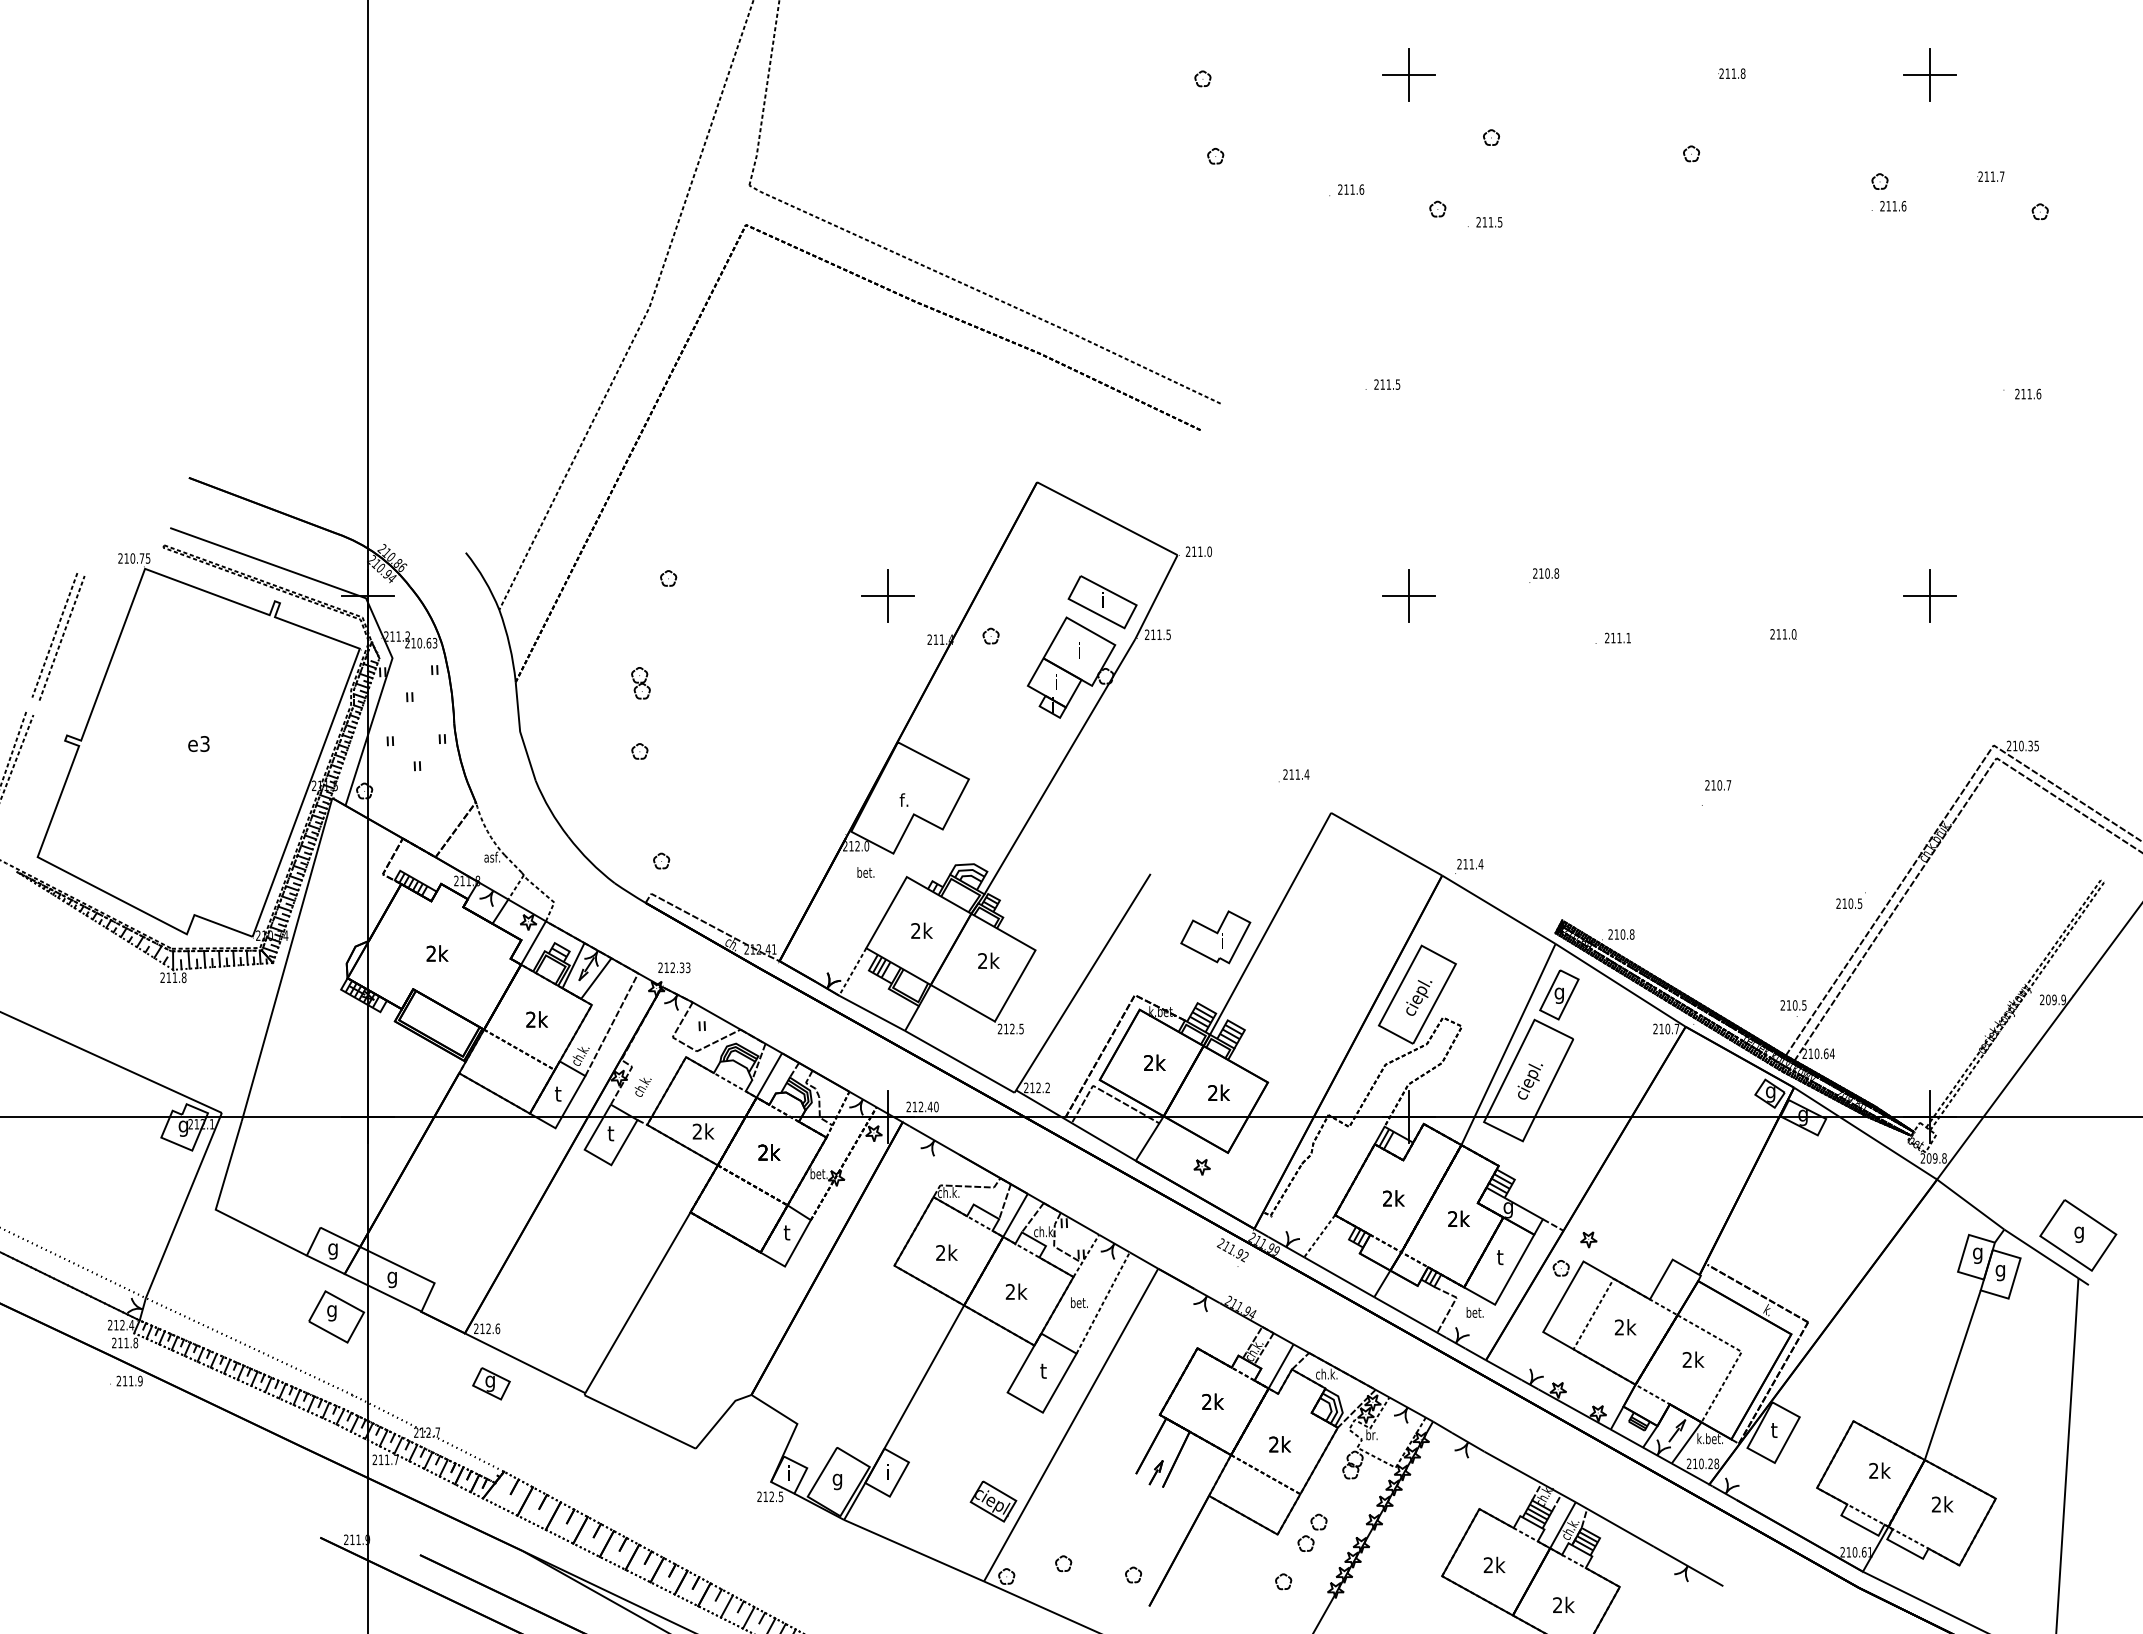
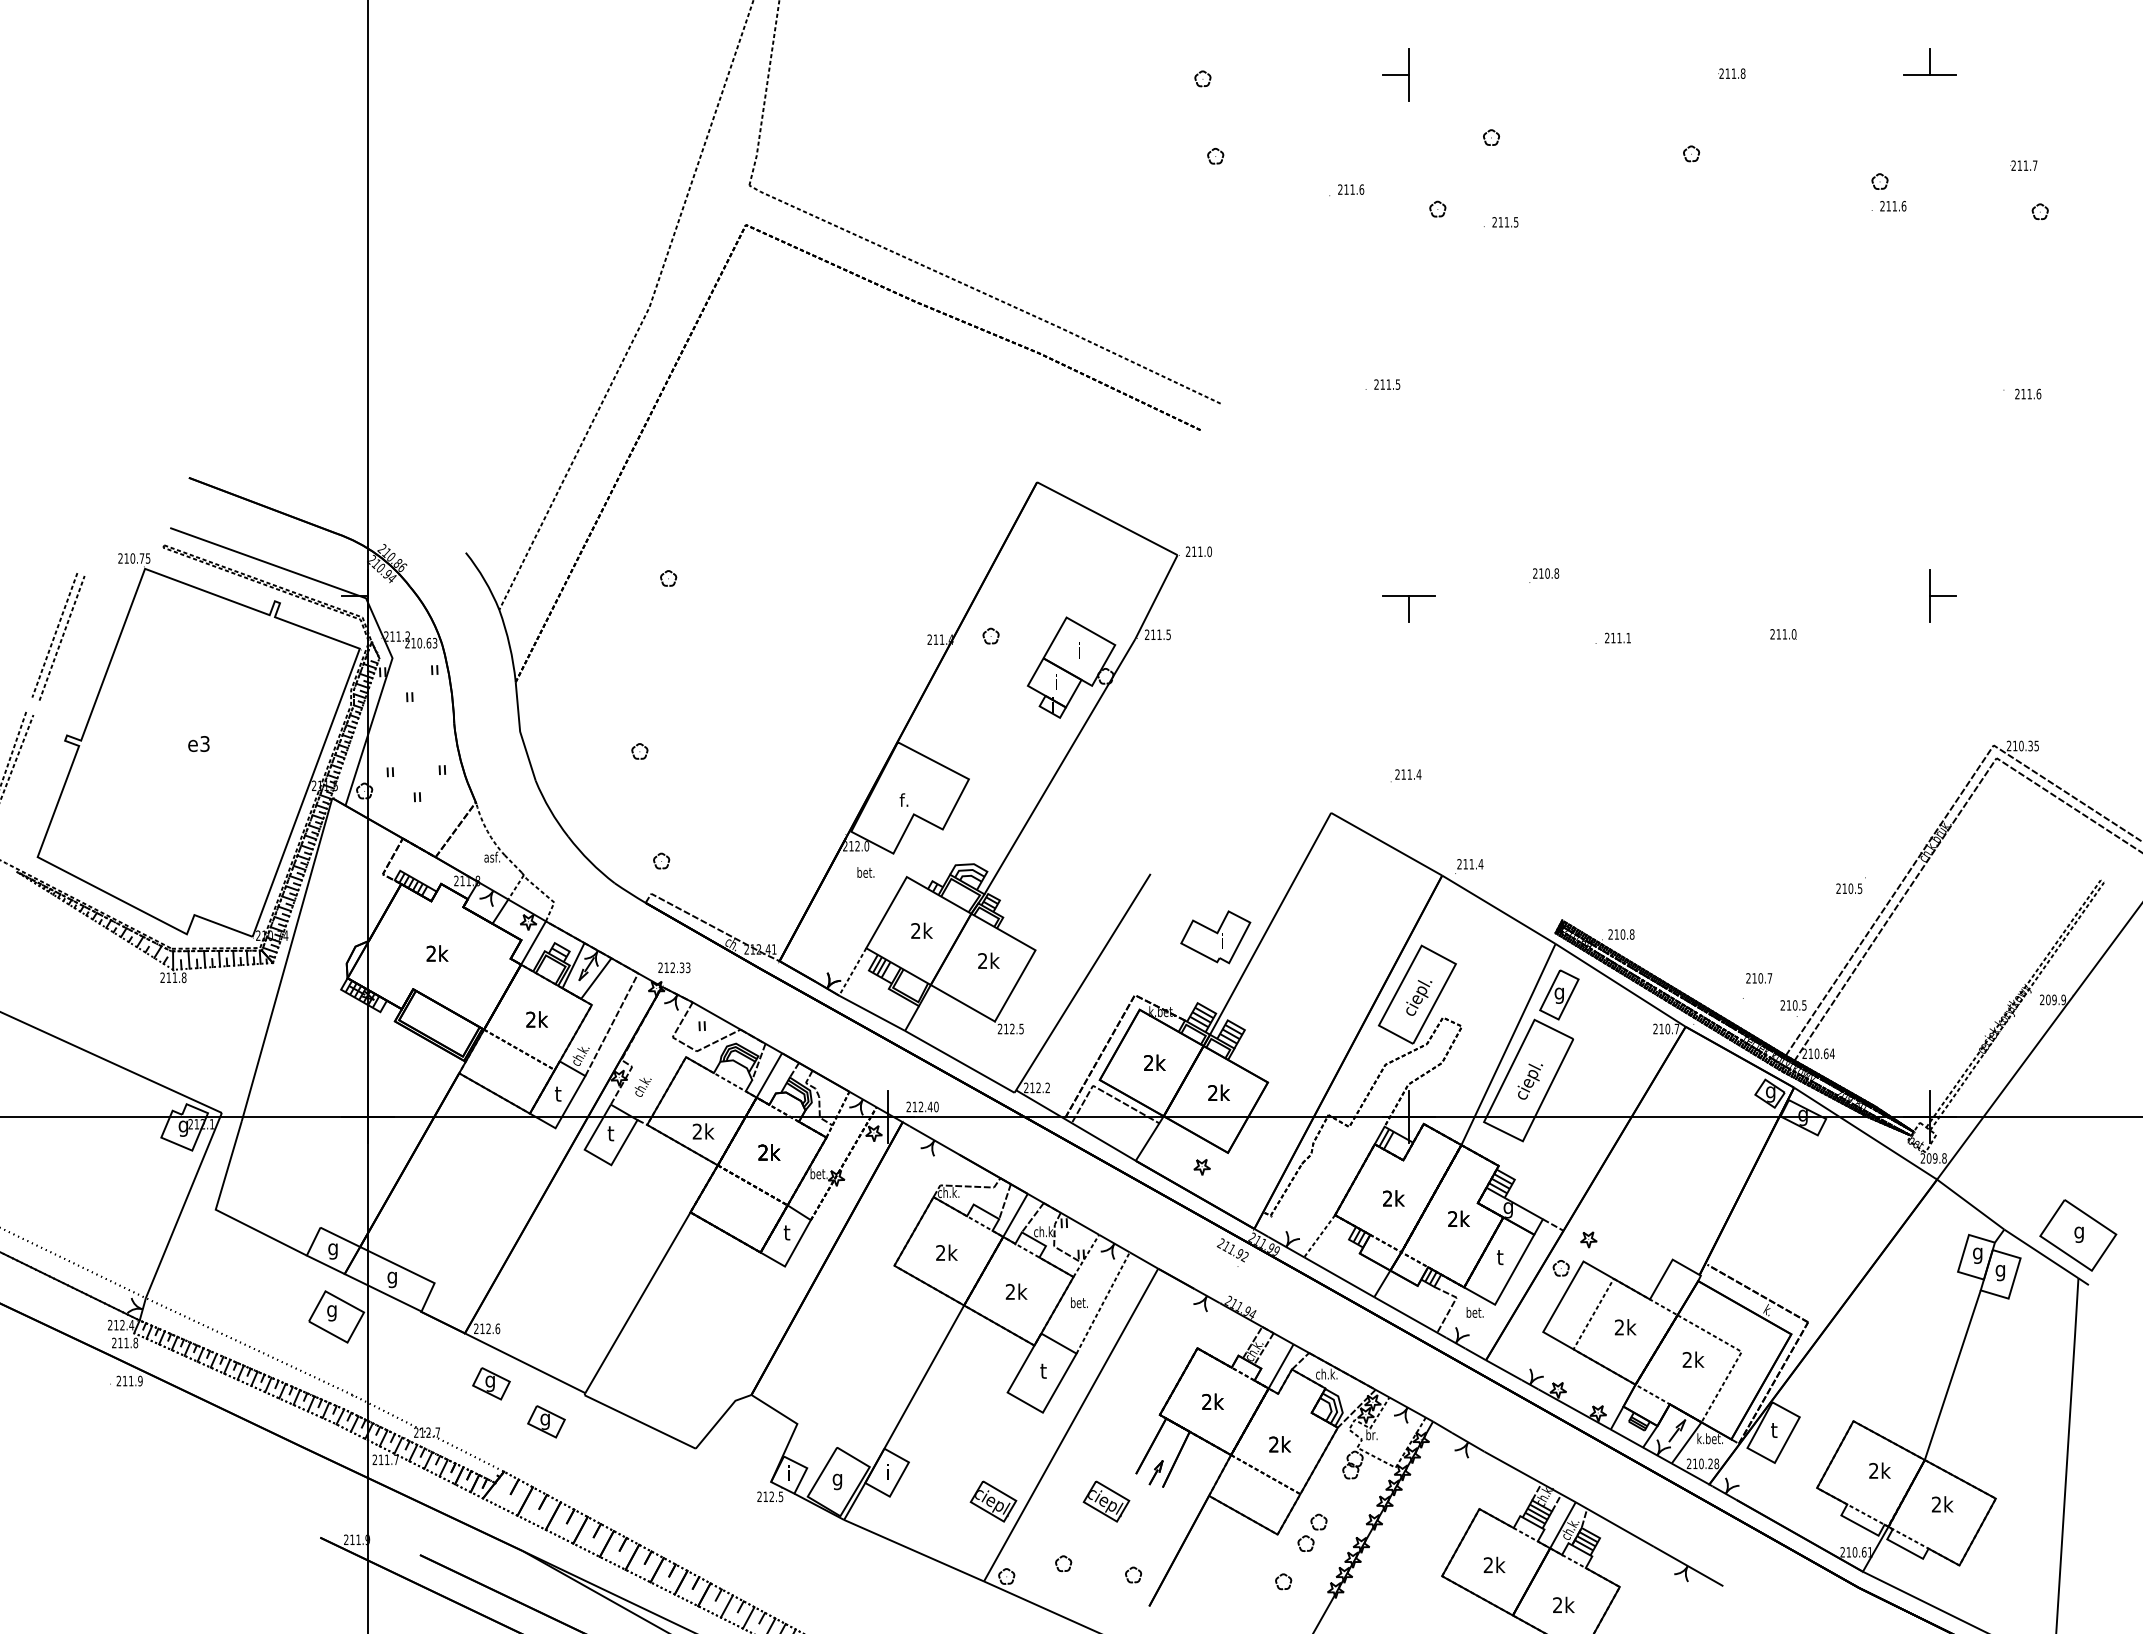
line at (1422, 75): present -> none
line at (1929, 88): present -> none
text at (1990, 176) position: (1990, 176) -> (2023, 165)
text at (1485, 222) position: (1485, 222) -> (1501, 222)
line at (1409, 582): present -> none
line at (380, 595): present -> none
part at (887, 595): present -> none
line at (1916, 595): present -> none
part at (1102, 602): present -> none
part at (640, 683): present -> none
part at (415, 761) position: (415, 761) -> (415, 792)
text at (1293, 775) position: (1293, 775) -> (1405, 775)
text at (1716, 792) position: (1716, 792) -> (1757, 985)
text at (1850, 900) position: (1850, 900) -> (1850, 885)
part at (546, 1421): none -> present
part at (1106, 1501): none -> present
